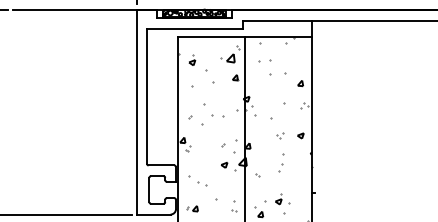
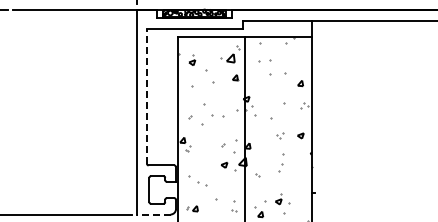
line at (146, 95): solid -> dashed
line at (153, 214): solid -> dashed
